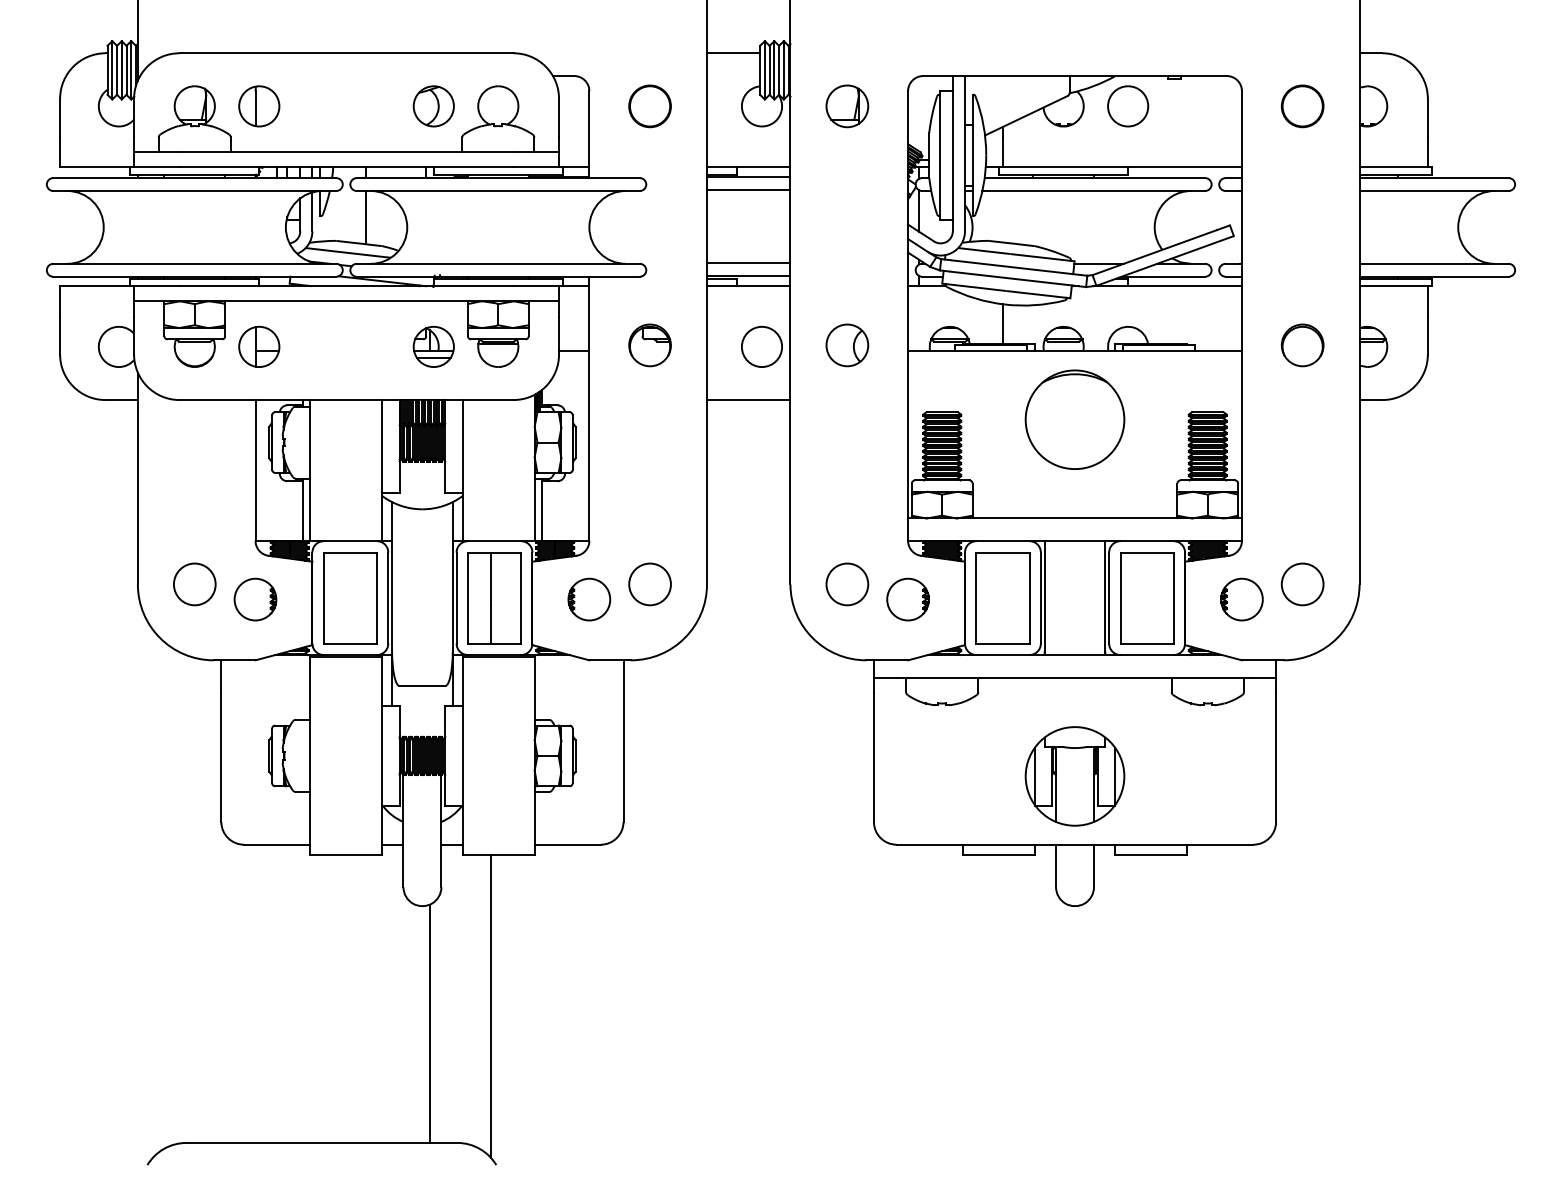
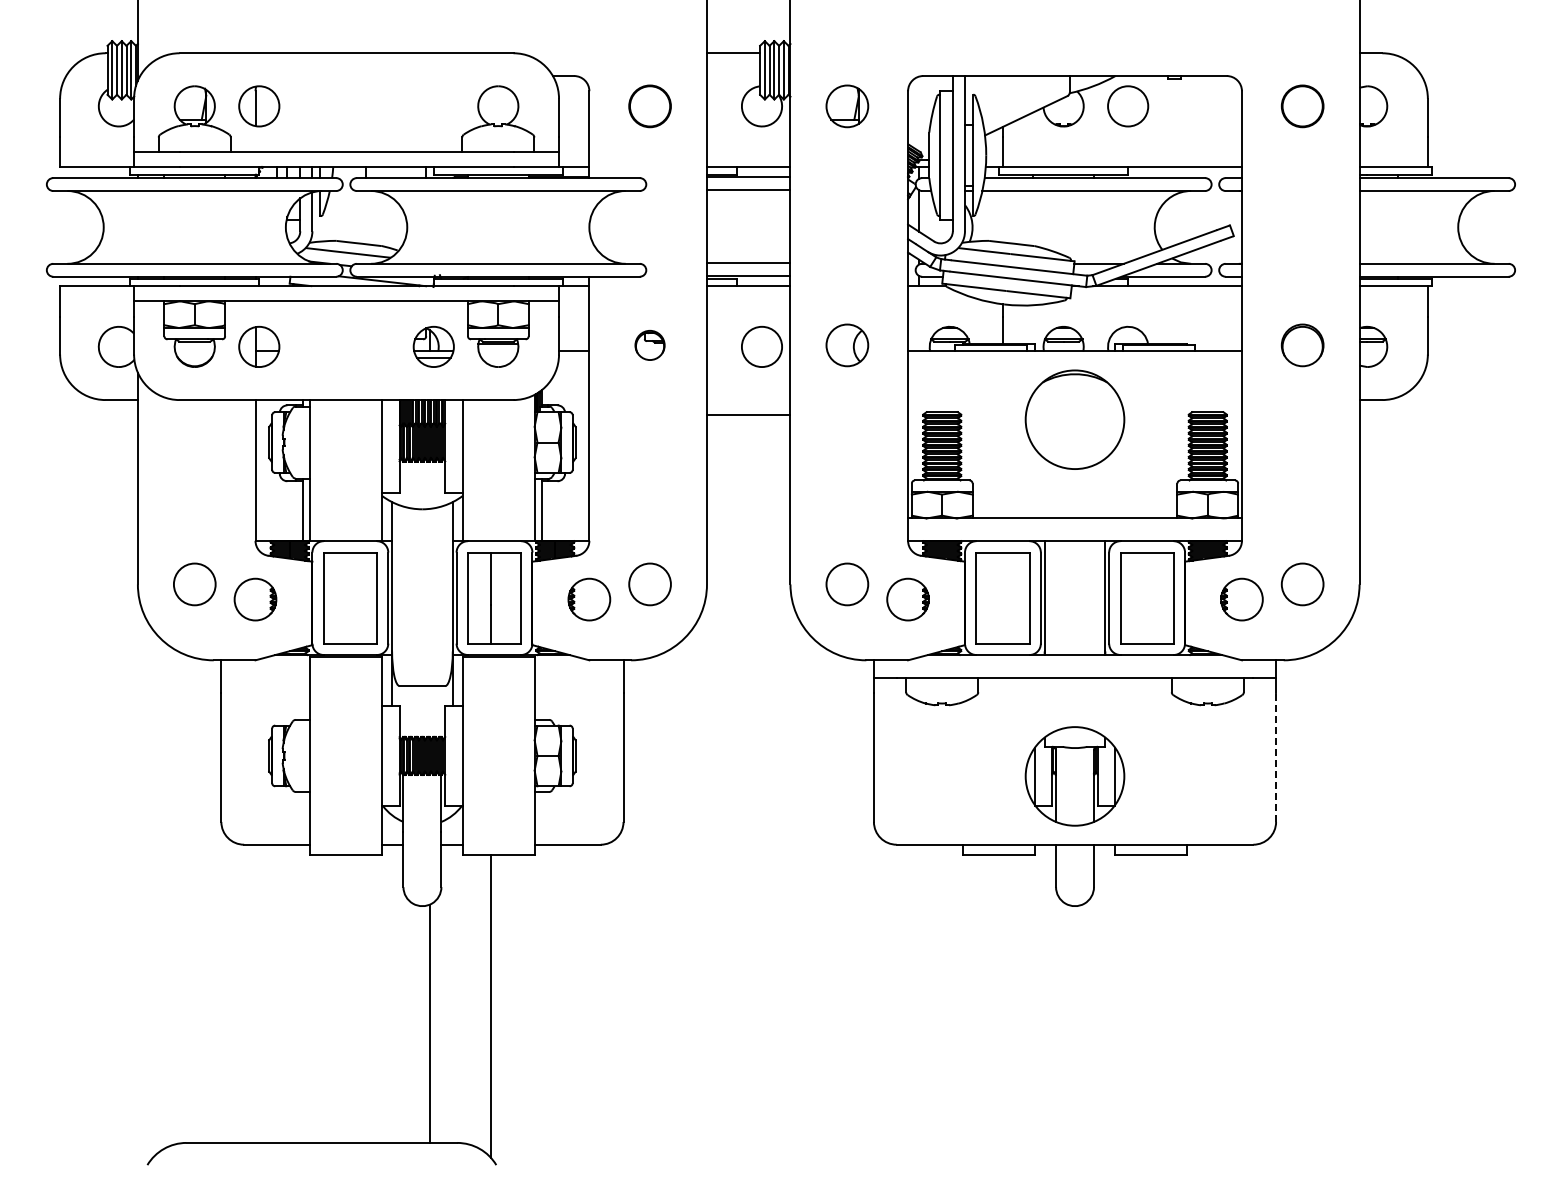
part at (433, 106): present -> none
line at (365, 217): present -> none
part at (649, 345) size: 44x45 px -> 32x31 px
line at (748, 400) position: (748, 400) -> (748, 415)
line at (1276, 757): solid -> dashed
